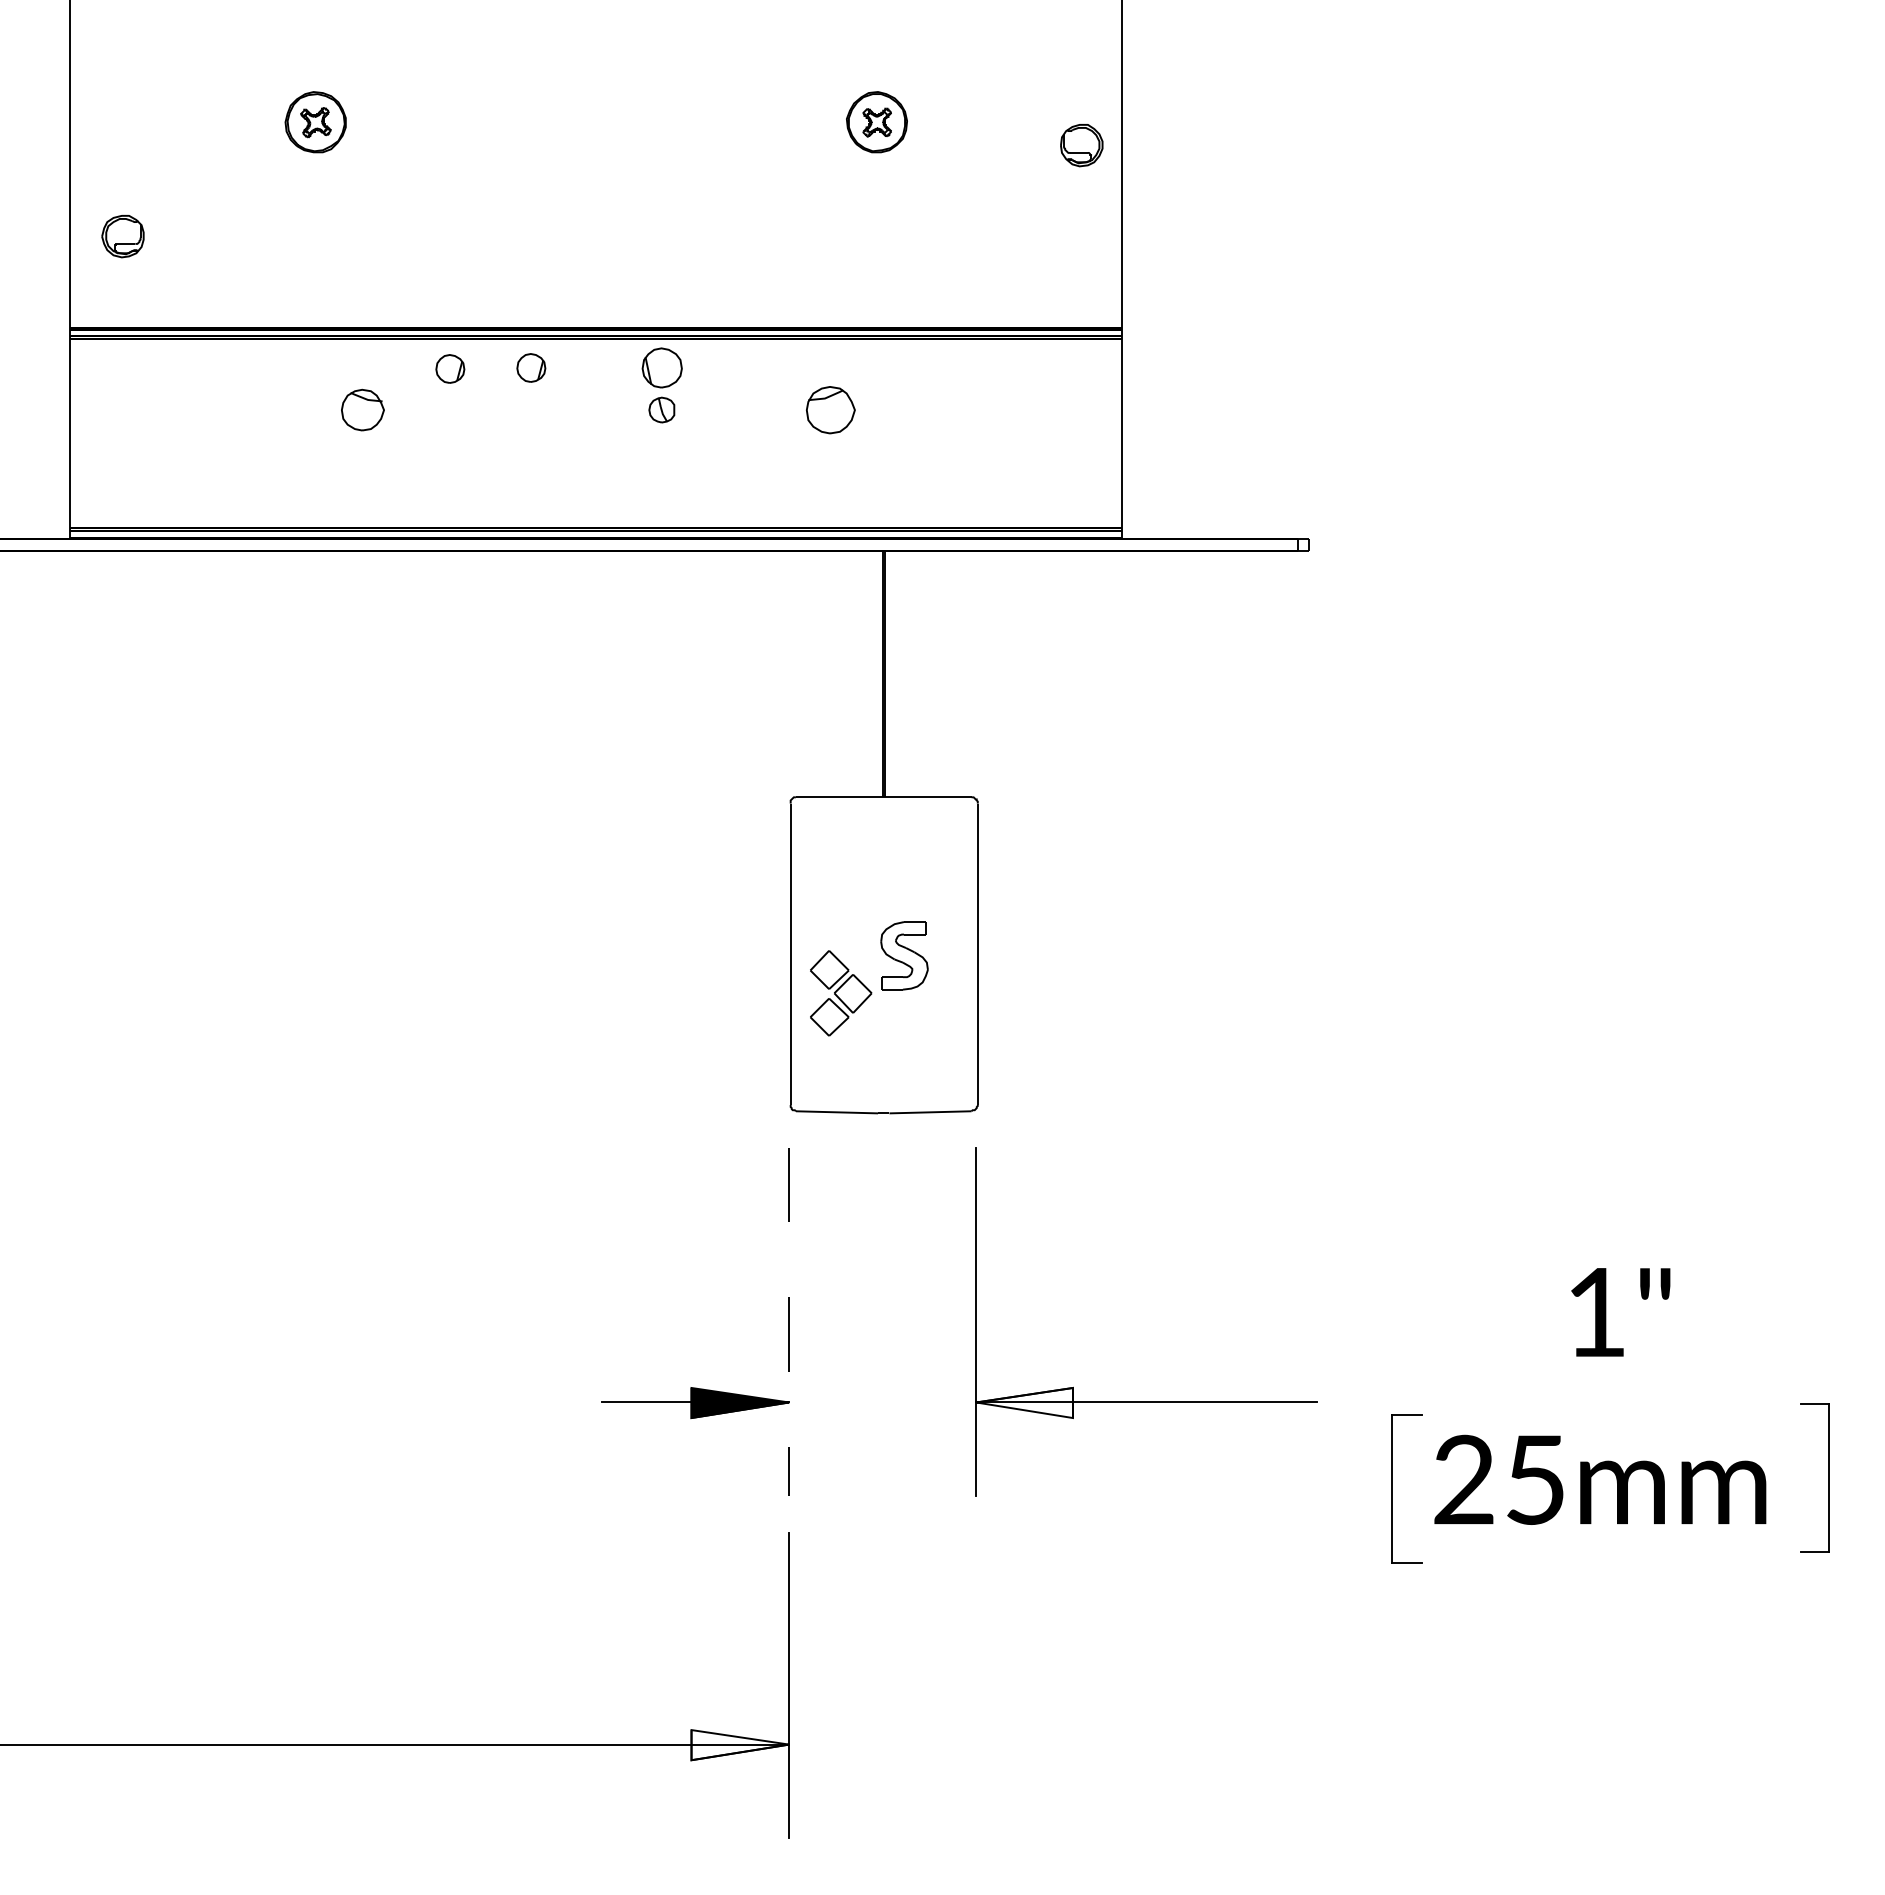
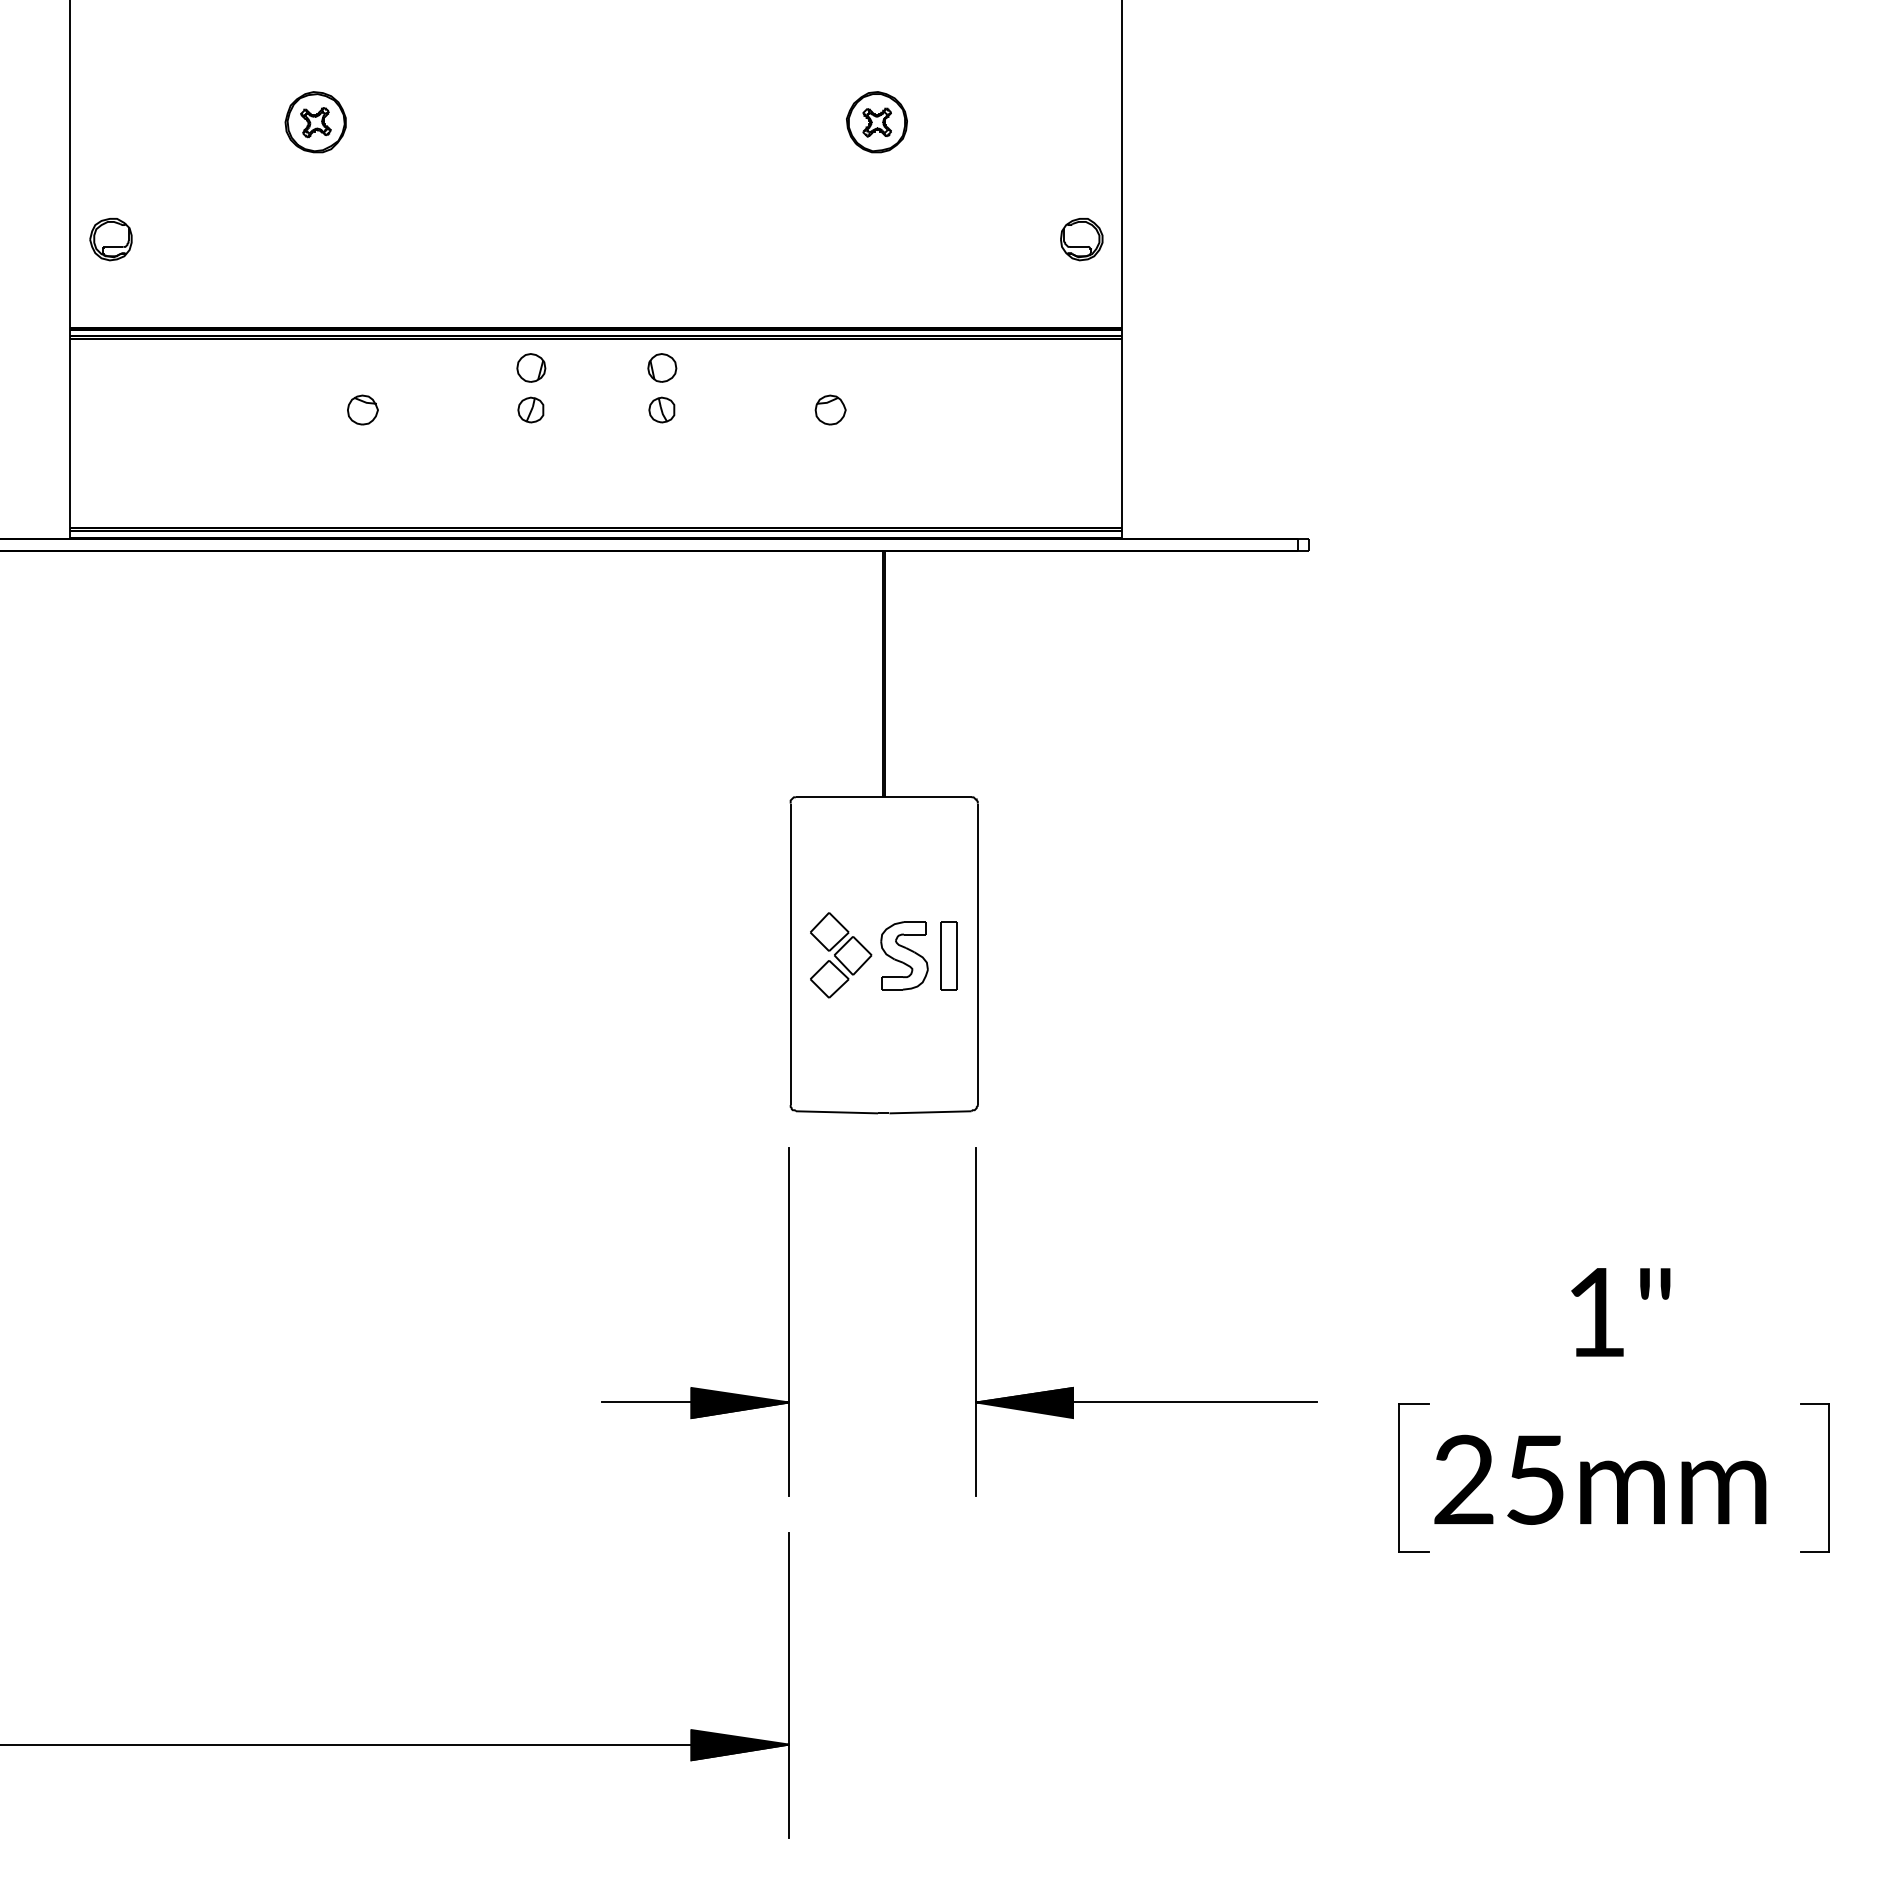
part at (1081, 145) position: (1081, 145) -> (1081, 239)
part at (122, 236) position: (122, 236) -> (110, 239)
part at (661, 367) size: 42x42 px -> 31x30 px
part at (450, 368): present -> none
part at (362, 409) size: 44x44 px -> 32x32 px
part at (530, 409): none -> present
part at (830, 410) size: 50x49 px -> 33x32 px
part at (948, 955): none -> present
part at (841, 993) position: (841, 993) -> (841, 955)
line at (789, 1322): dashed -> solid
fill at (1024, 1402): none -> present
part at (1392, 1488) position: (1392, 1488) -> (1399, 1477)
fill at (740, 1745): none -> present
